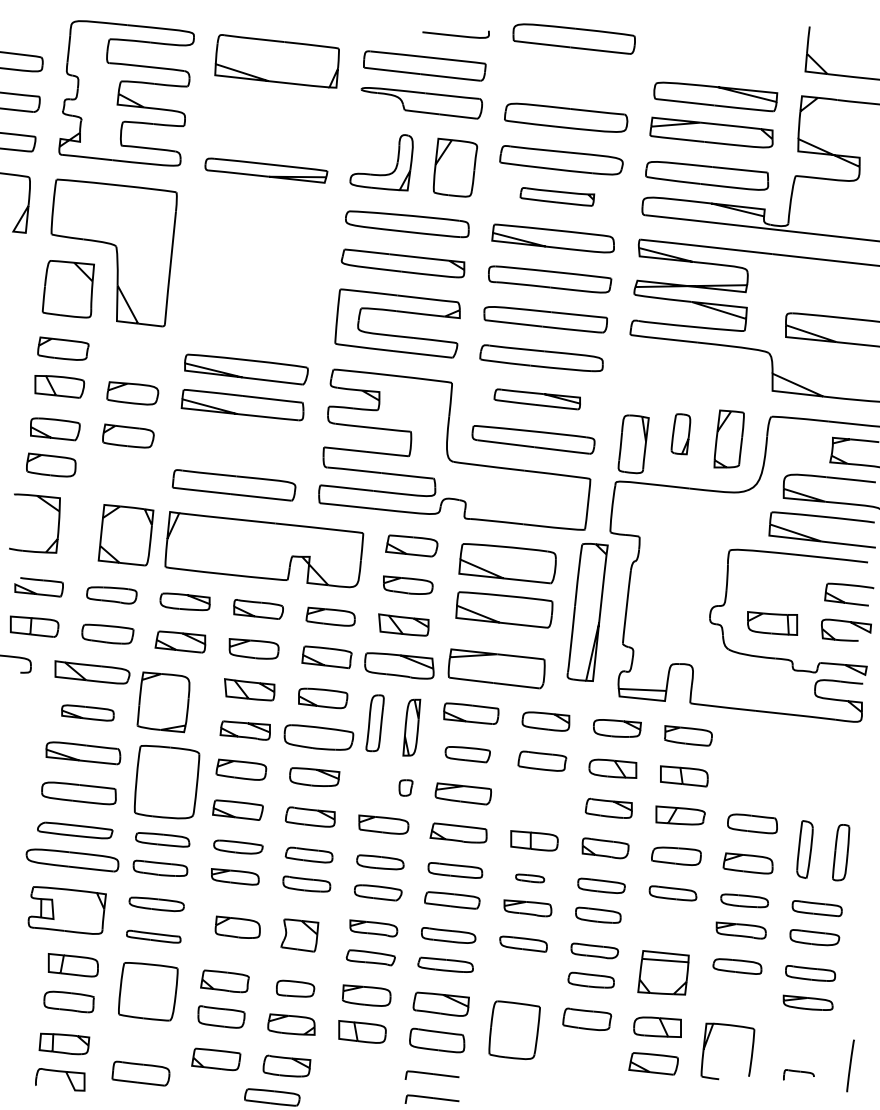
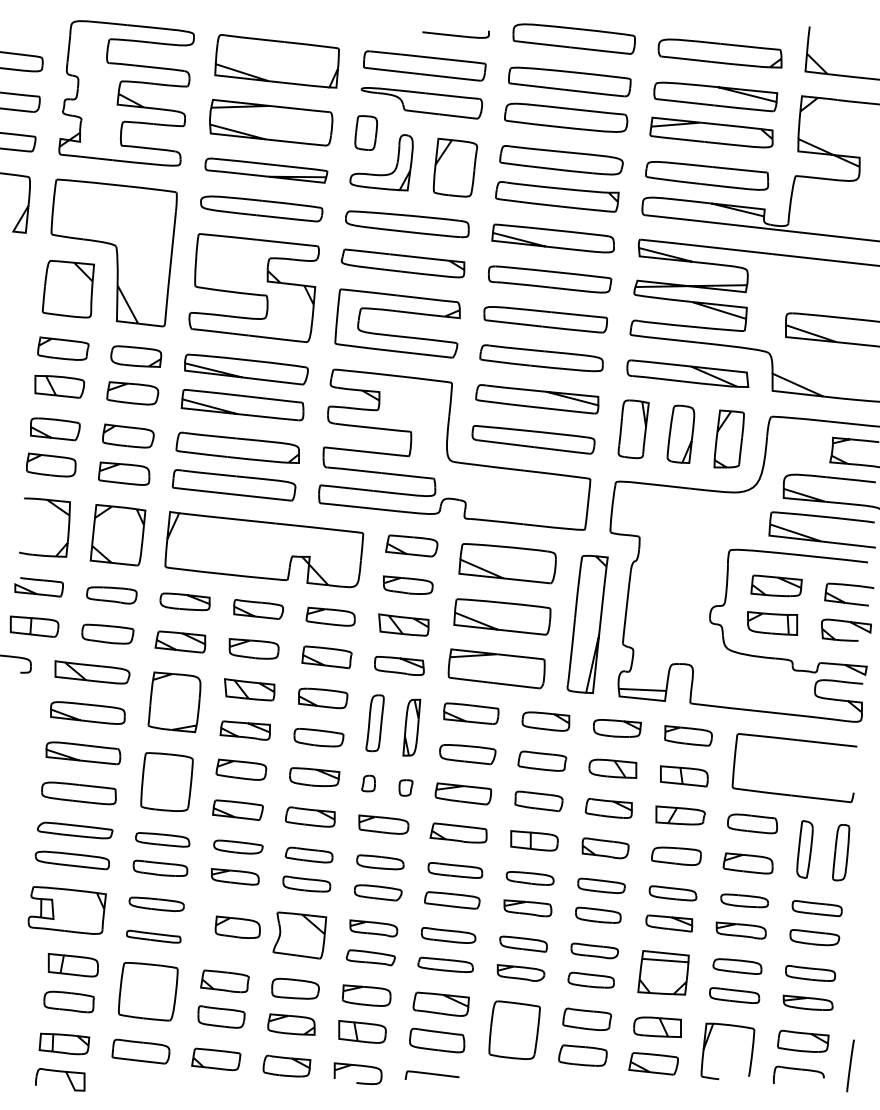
part at (719, 53): none -> present
part at (569, 81): none -> present
part at (271, 122): none -> present
part at (365, 132): none -> present
part at (557, 196) size: 77x20 px -> 125x32 px
part at (261, 208): none -> present
part at (253, 287): none -> present
part at (136, 356): none -> present
part at (687, 373): none -> present
part at (536, 399) size: 88x23 px -> 125x31 px
part at (680, 434) size: 22x43 px -> 30x60 px
part at (633, 444) position: (633, 444) -> (633, 429)
part at (237, 447): none -> present
part at (124, 473): none -> present
part at (47, 504) position: (47, 504) -> (57, 508)
part at (125, 535) position: (125, 535) -> (117, 535)
part at (776, 585): none -> present
part at (504, 609) position: (504, 609) -> (502, 616)
part at (587, 612) position: (587, 612) -> (587, 624)
part at (399, 665) size: 71x28 px -> 51x20 px
part at (163, 702) position: (163, 702) -> (174, 702)
part at (87, 712) size: 54x18 px -> 76x24 px
part at (318, 737) size: 72x27 px -> 52x20 px
part at (467, 754) size: 47x18 px -> 58x22 px
part at (166, 782) size: 68x75 px -> 54x60 px
part at (368, 783): none -> present
part at (793, 794): none -> present
part at (538, 801): none -> present
part at (72, 860) size: 95x25 px -> 76x21 px
part at (530, 878) size: 31x11 px -> 50x15 px
part at (669, 923): none -> present
part at (299, 935) size: 40x35 px -> 56x49 px
part at (520, 972): none -> present
part at (295, 988) size: 40x19 px -> 49x23 px
part at (734, 995): none -> present
part at (803, 1040): none -> present
part at (582, 1055): none -> present
part at (357, 1066): none -> present
part at (140, 1073) position: (140, 1073) -> (140, 1051)
part at (798, 1074) size: 32x12 px -> 52x20 px
part at (272, 1097): present -> none
part at (431, 1098): present -> none
